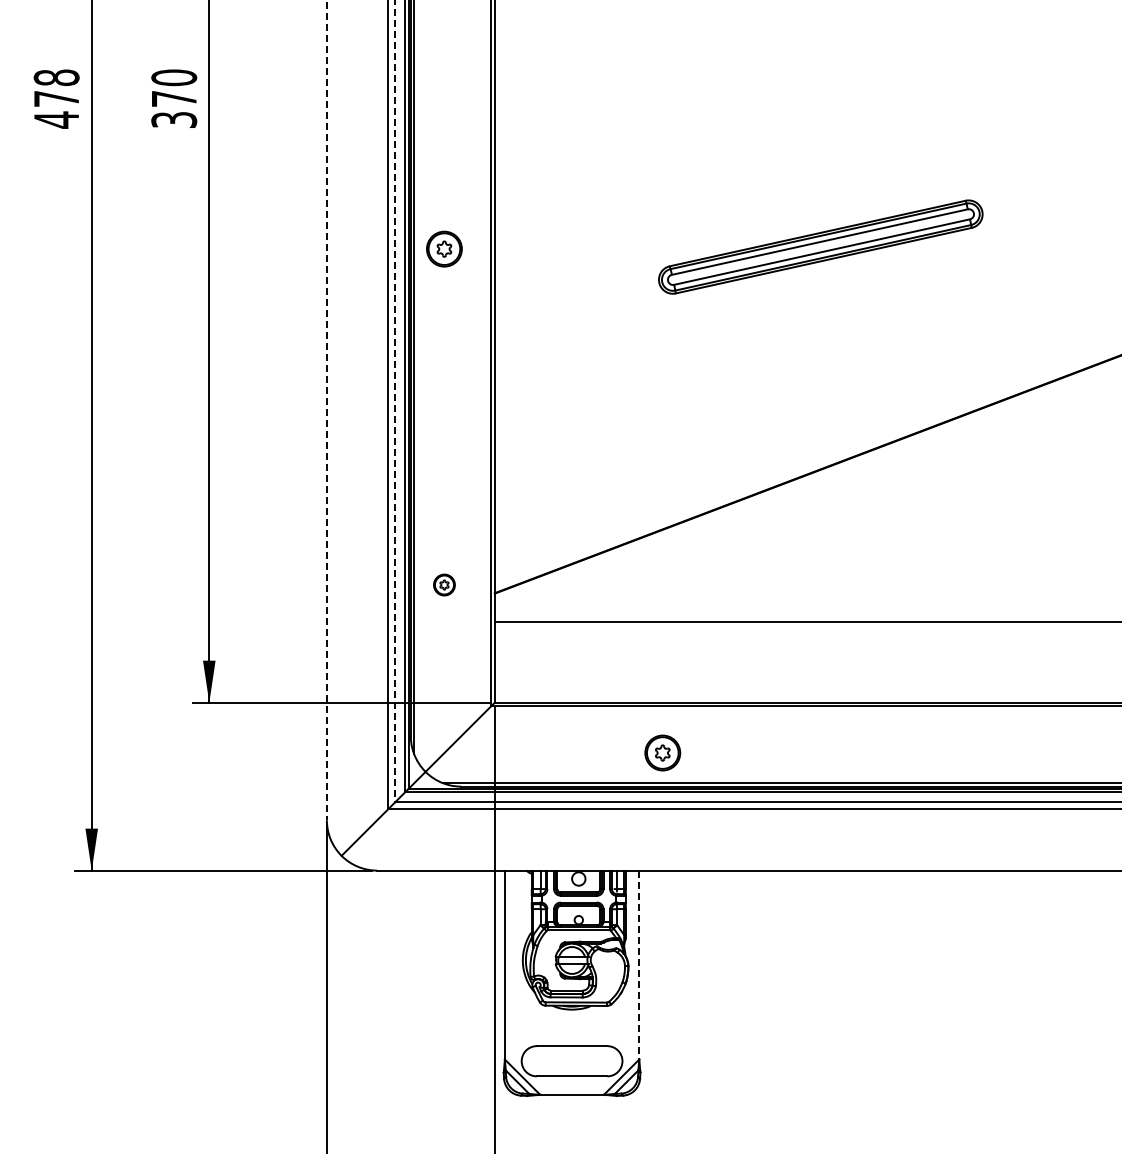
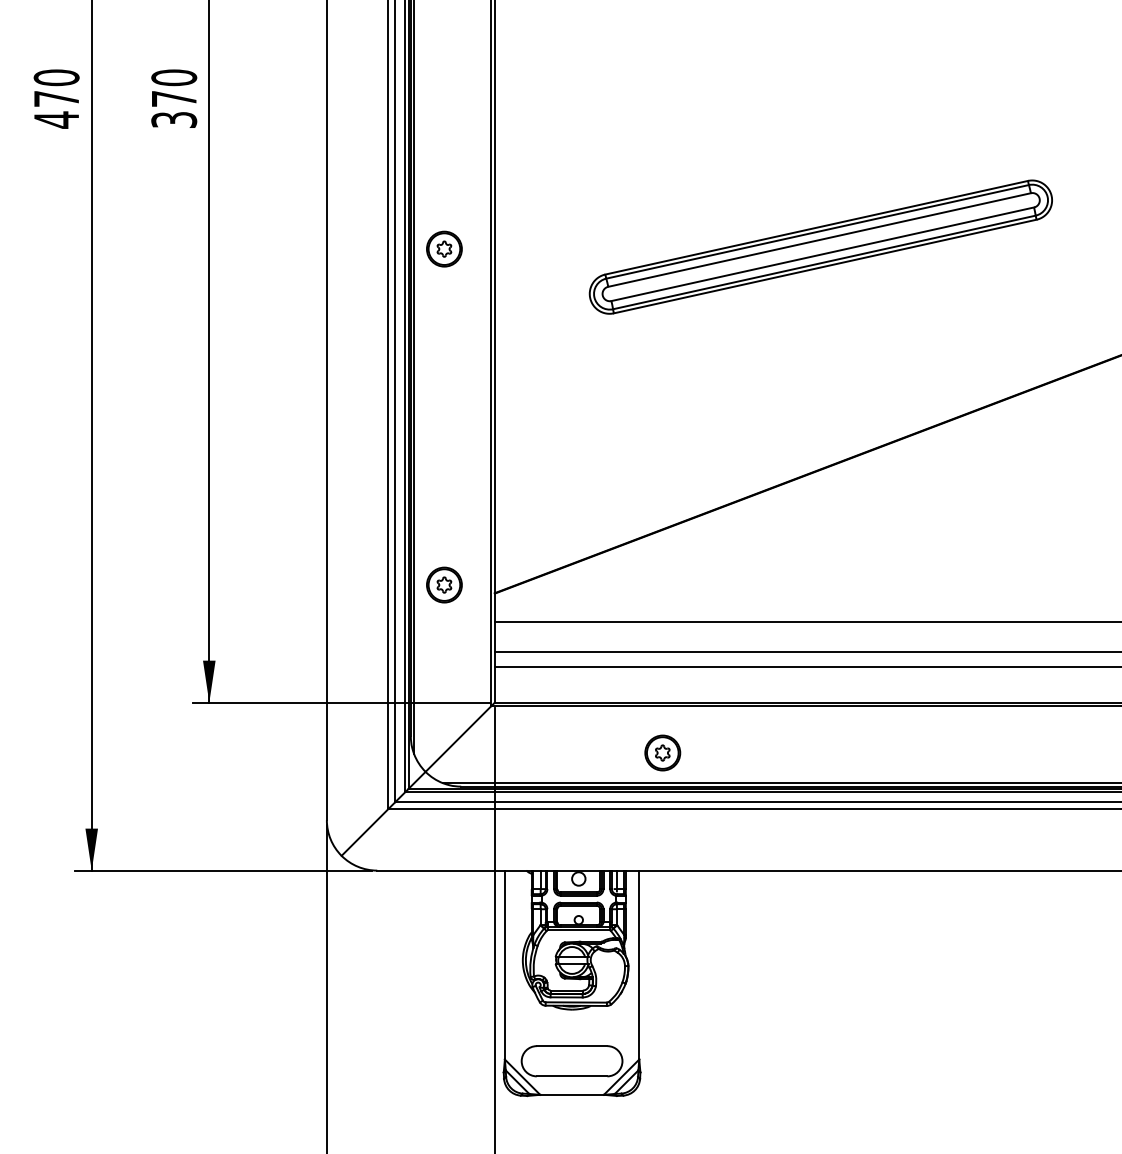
text at (56, 77): 478 -> 470
part at (820, 246) size: 326x96 px -> 465x136 px
line at (395, 401): dashed -> solid
line at (326, 410): dashed -> solid
part at (444, 584) size: 23x24 px -> 37x38 px
line at (806, 652): none -> present
line at (806, 667): none -> present
line at (639, 965): dashed -> solid
